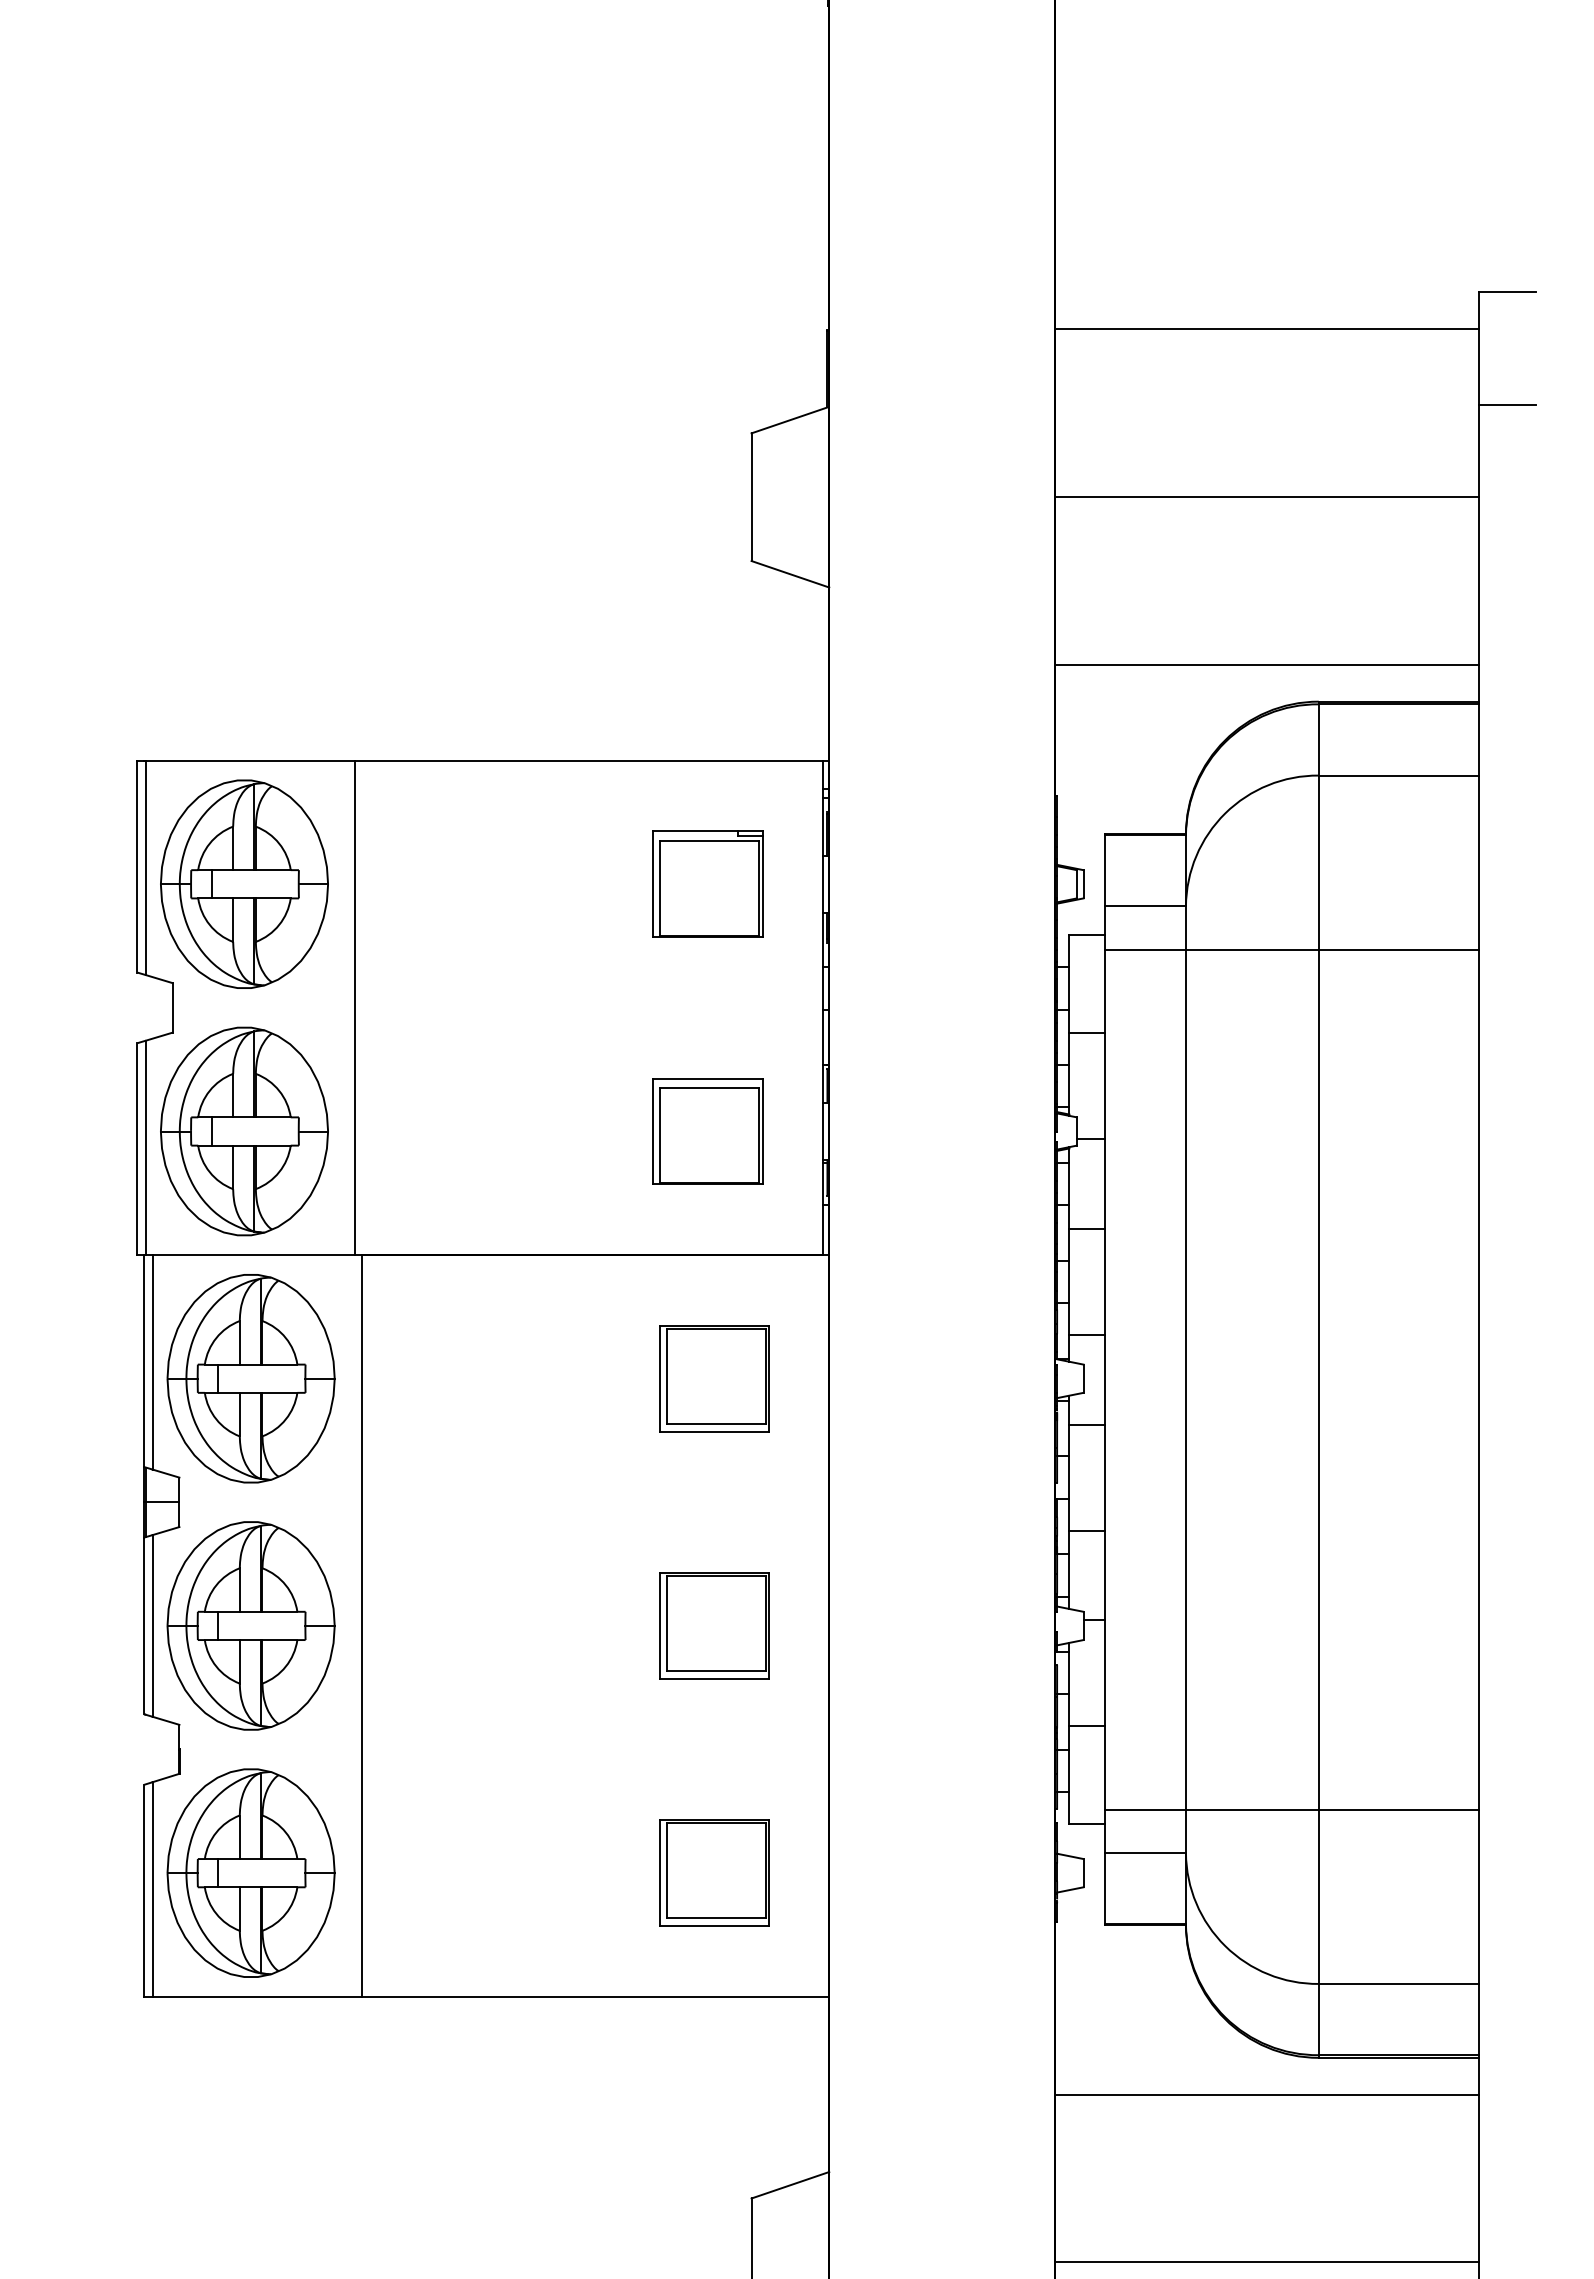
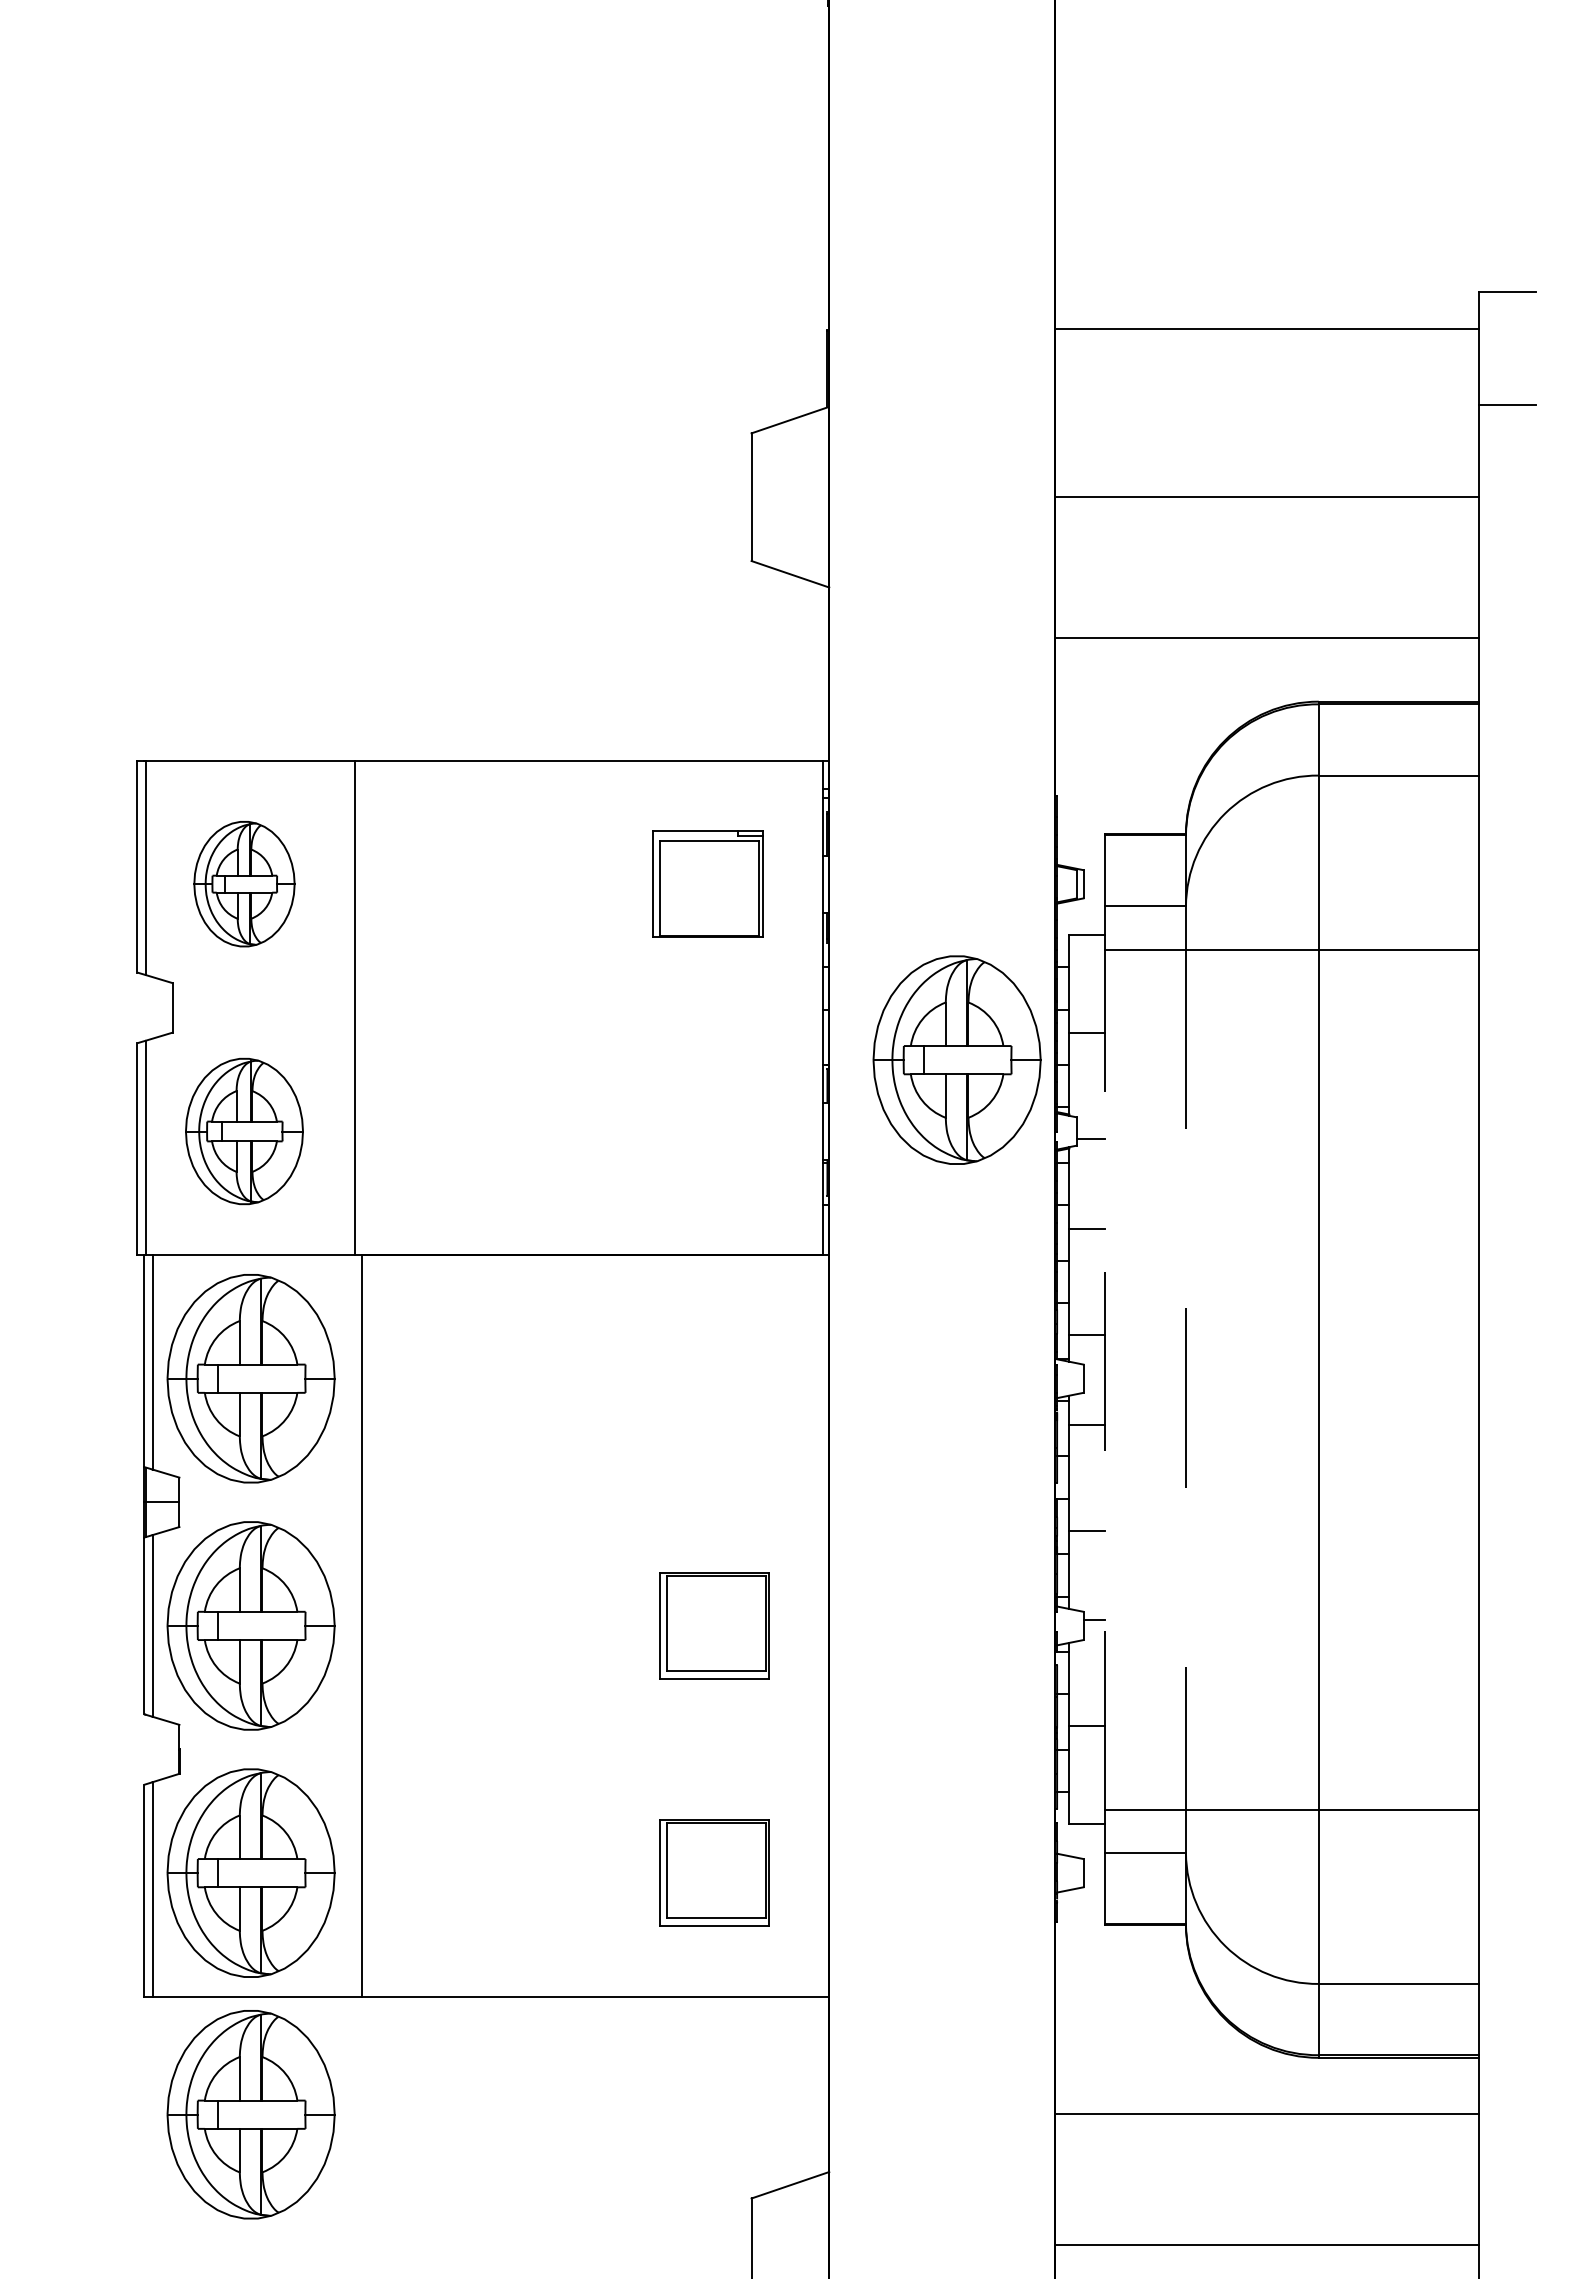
line at (1267, 664) position: (1267, 664) -> (1267, 637)
part at (244, 883) size: 169x210 px -> 103x127 px
part at (956, 1059): none -> present
part at (244, 1131) size: 169x211 px -> 119x149 px
part at (707, 1131): present -> none
part at (714, 1378): present -> none
line at (1104, 1379): solid -> dashed
line at (1185, 1380): solid -> dashed
line at (1267, 2094) position: (1267, 2094) -> (1267, 2113)
part at (250, 2114): none -> present
line at (1267, 2262) position: (1267, 2262) -> (1267, 2245)
